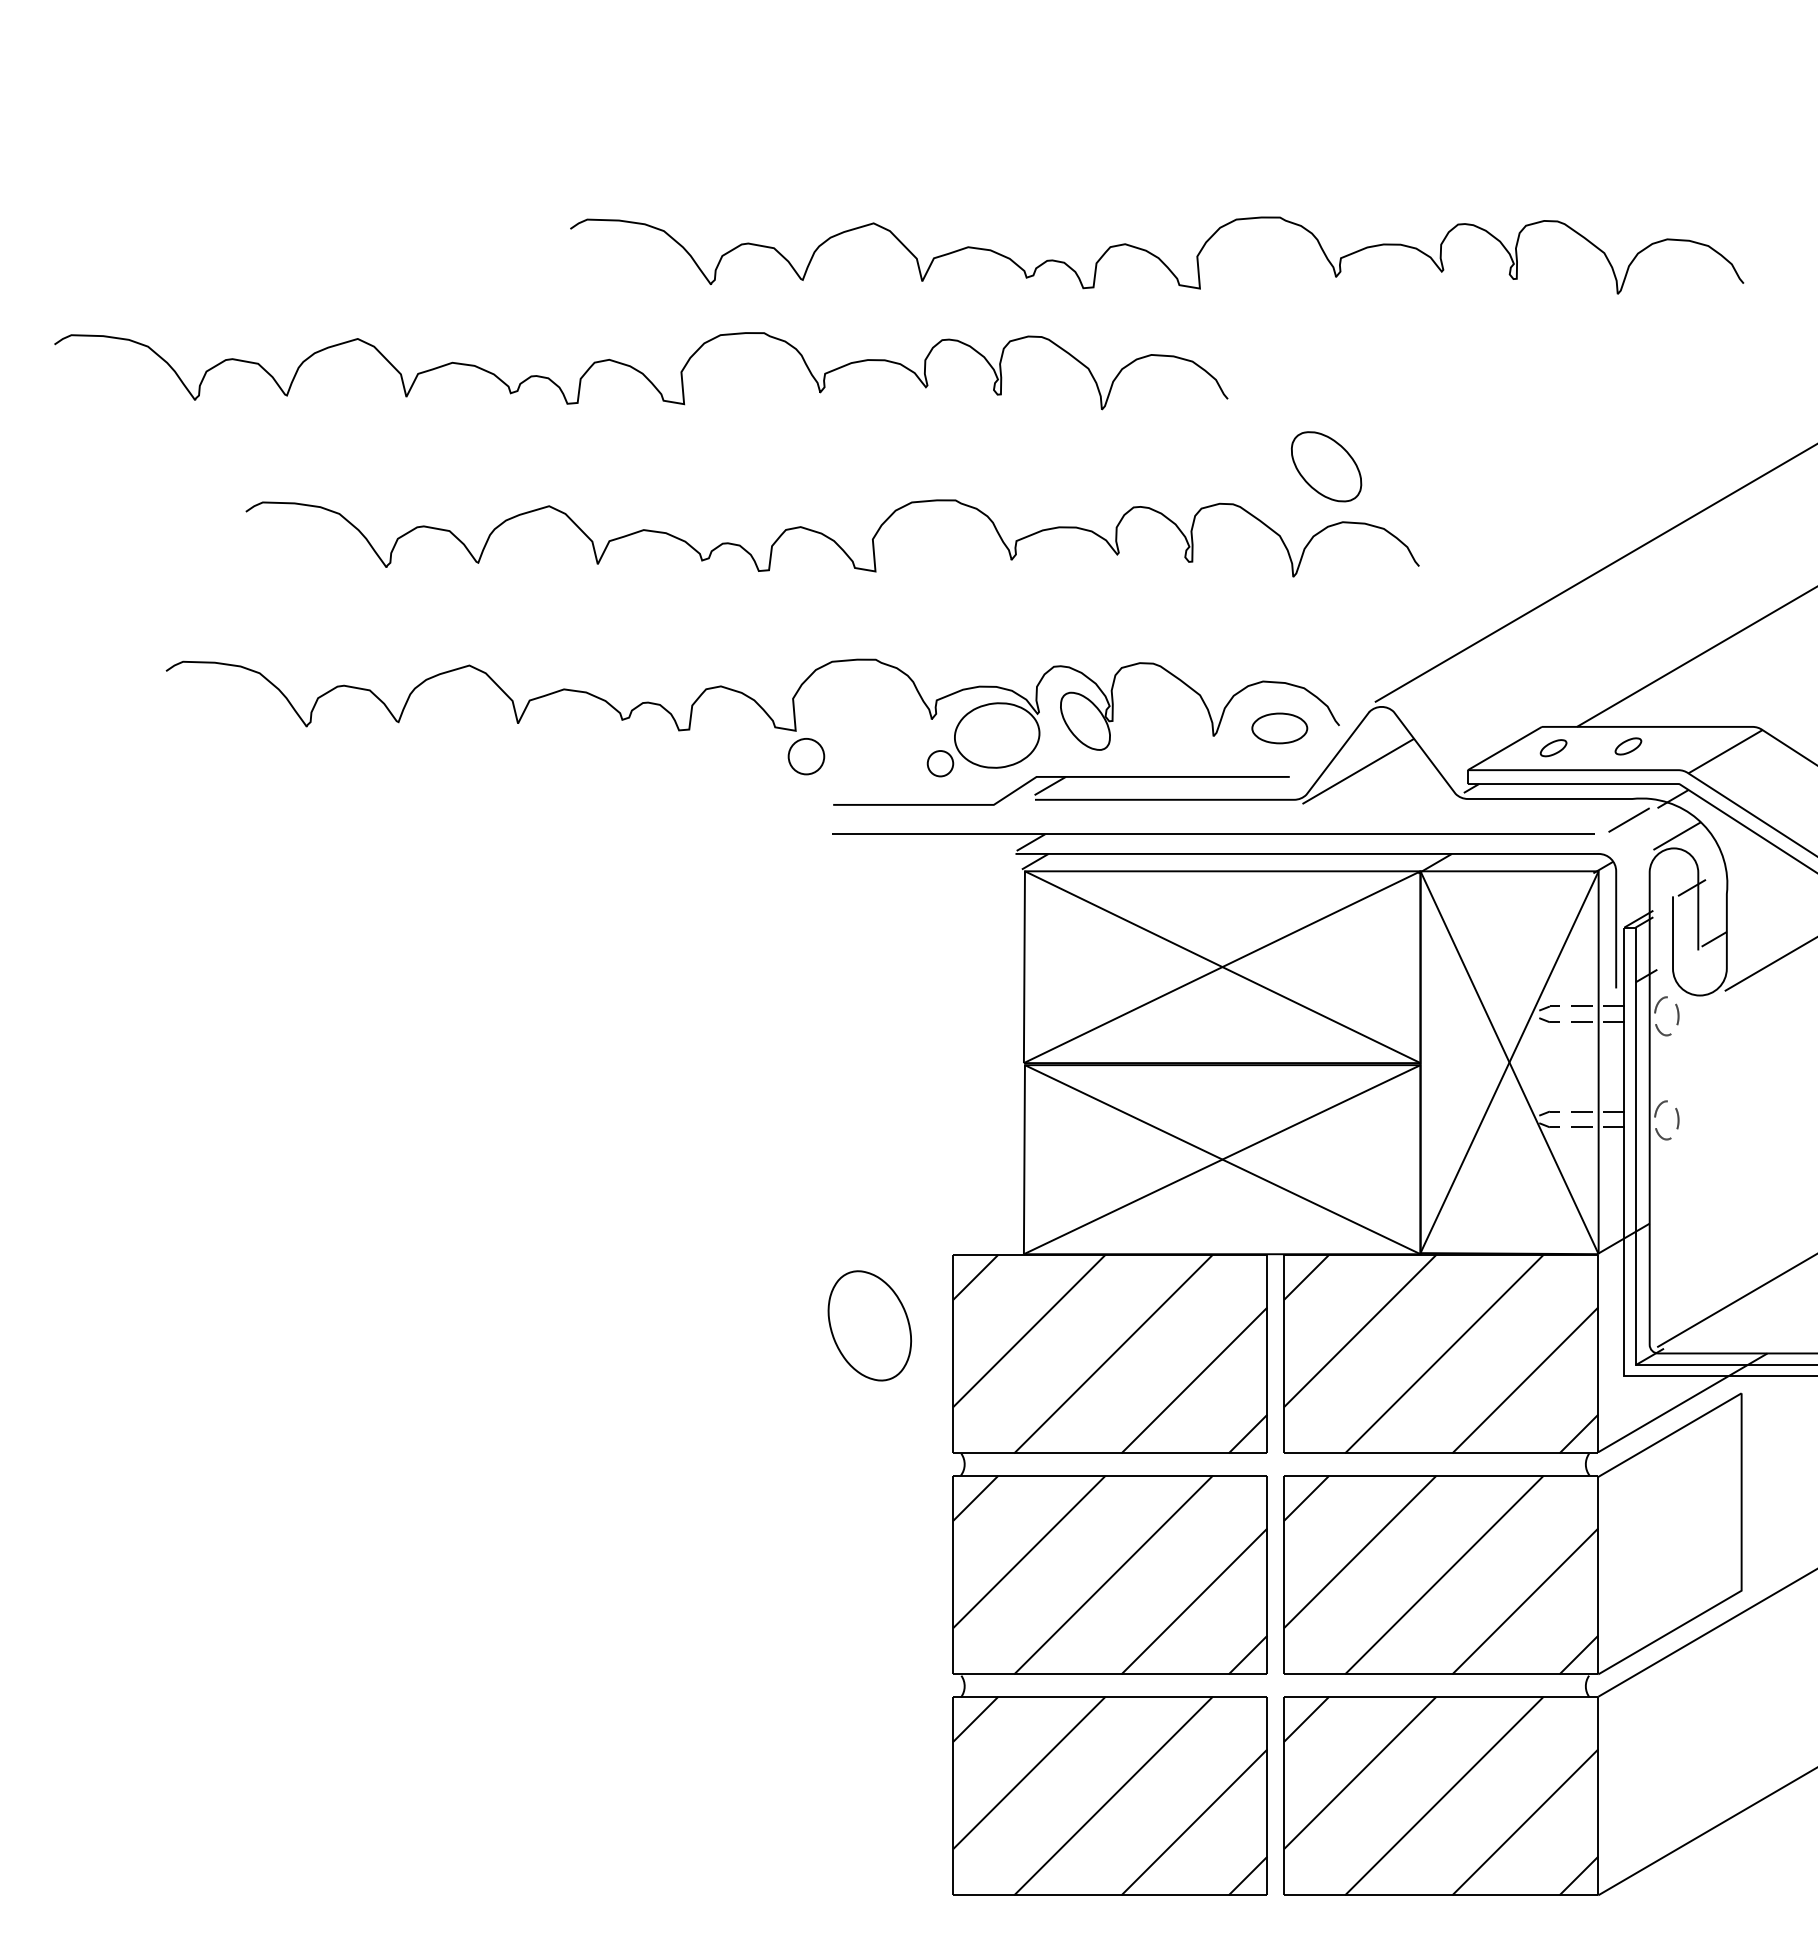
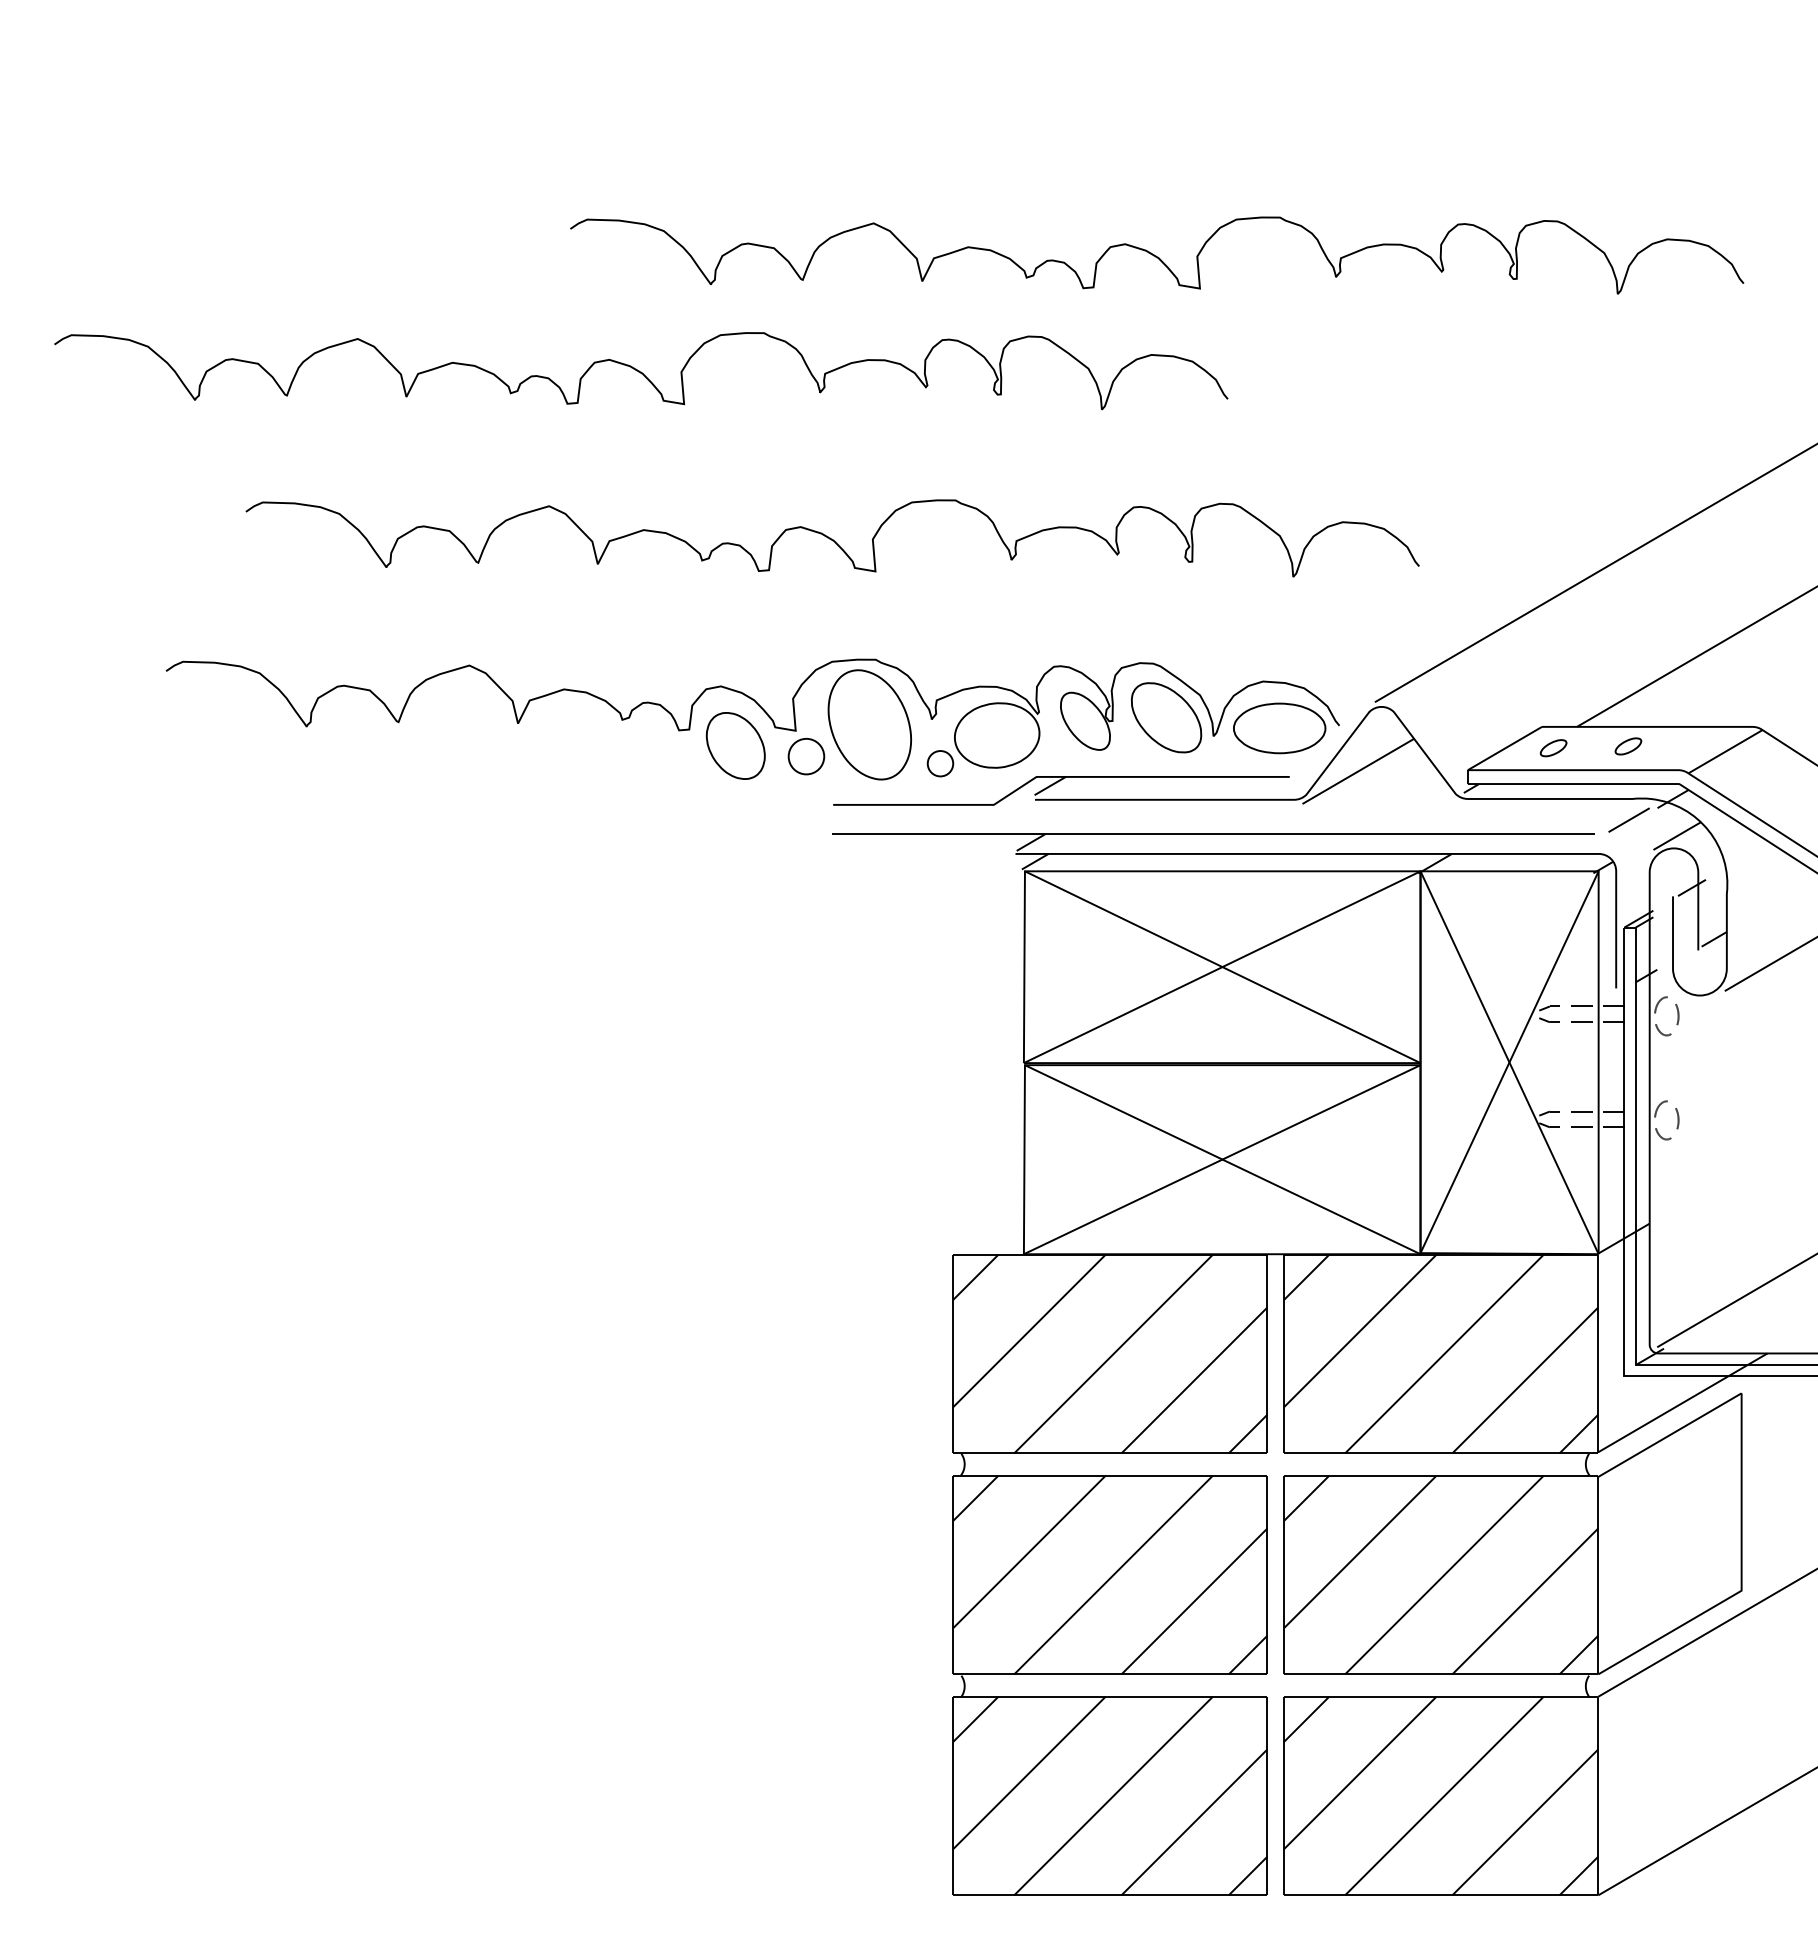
part at (1326, 466) position: (1326, 466) -> (1166, 717)
part at (1279, 728) size: 58x33 px -> 94x53 px
part at (735, 745): none -> present
part at (869, 1325) position: (869, 1325) -> (869, 724)
